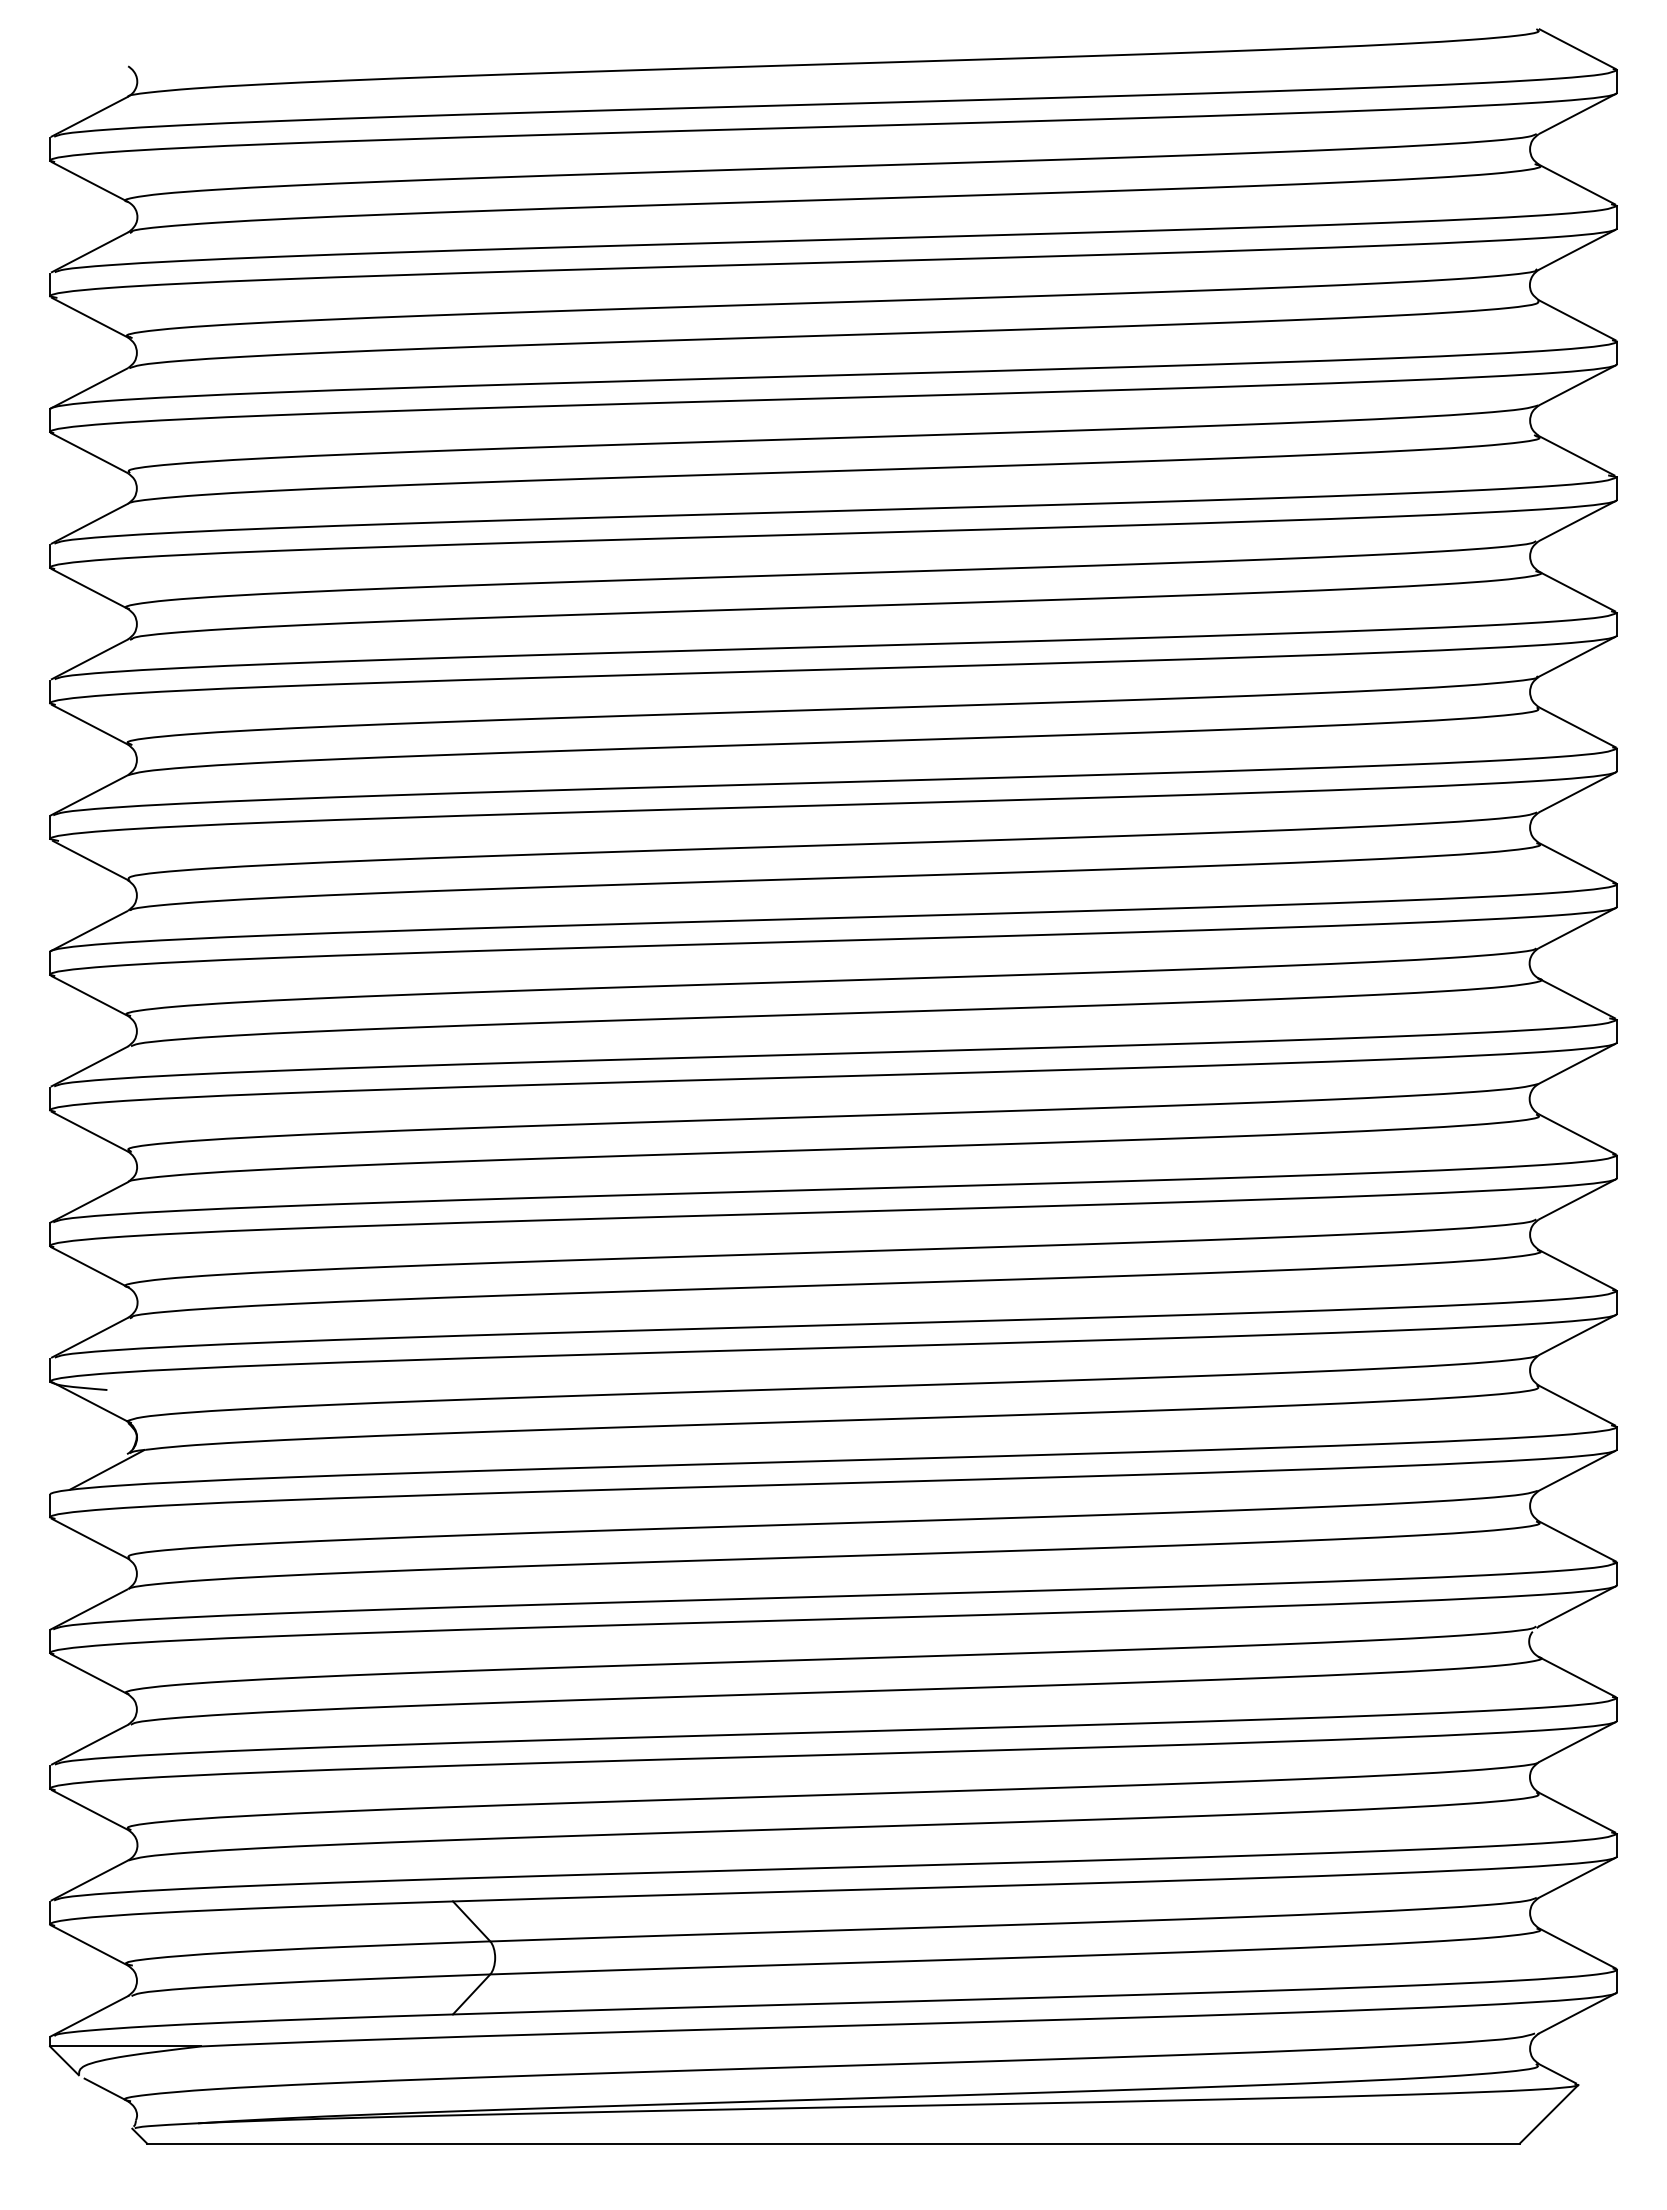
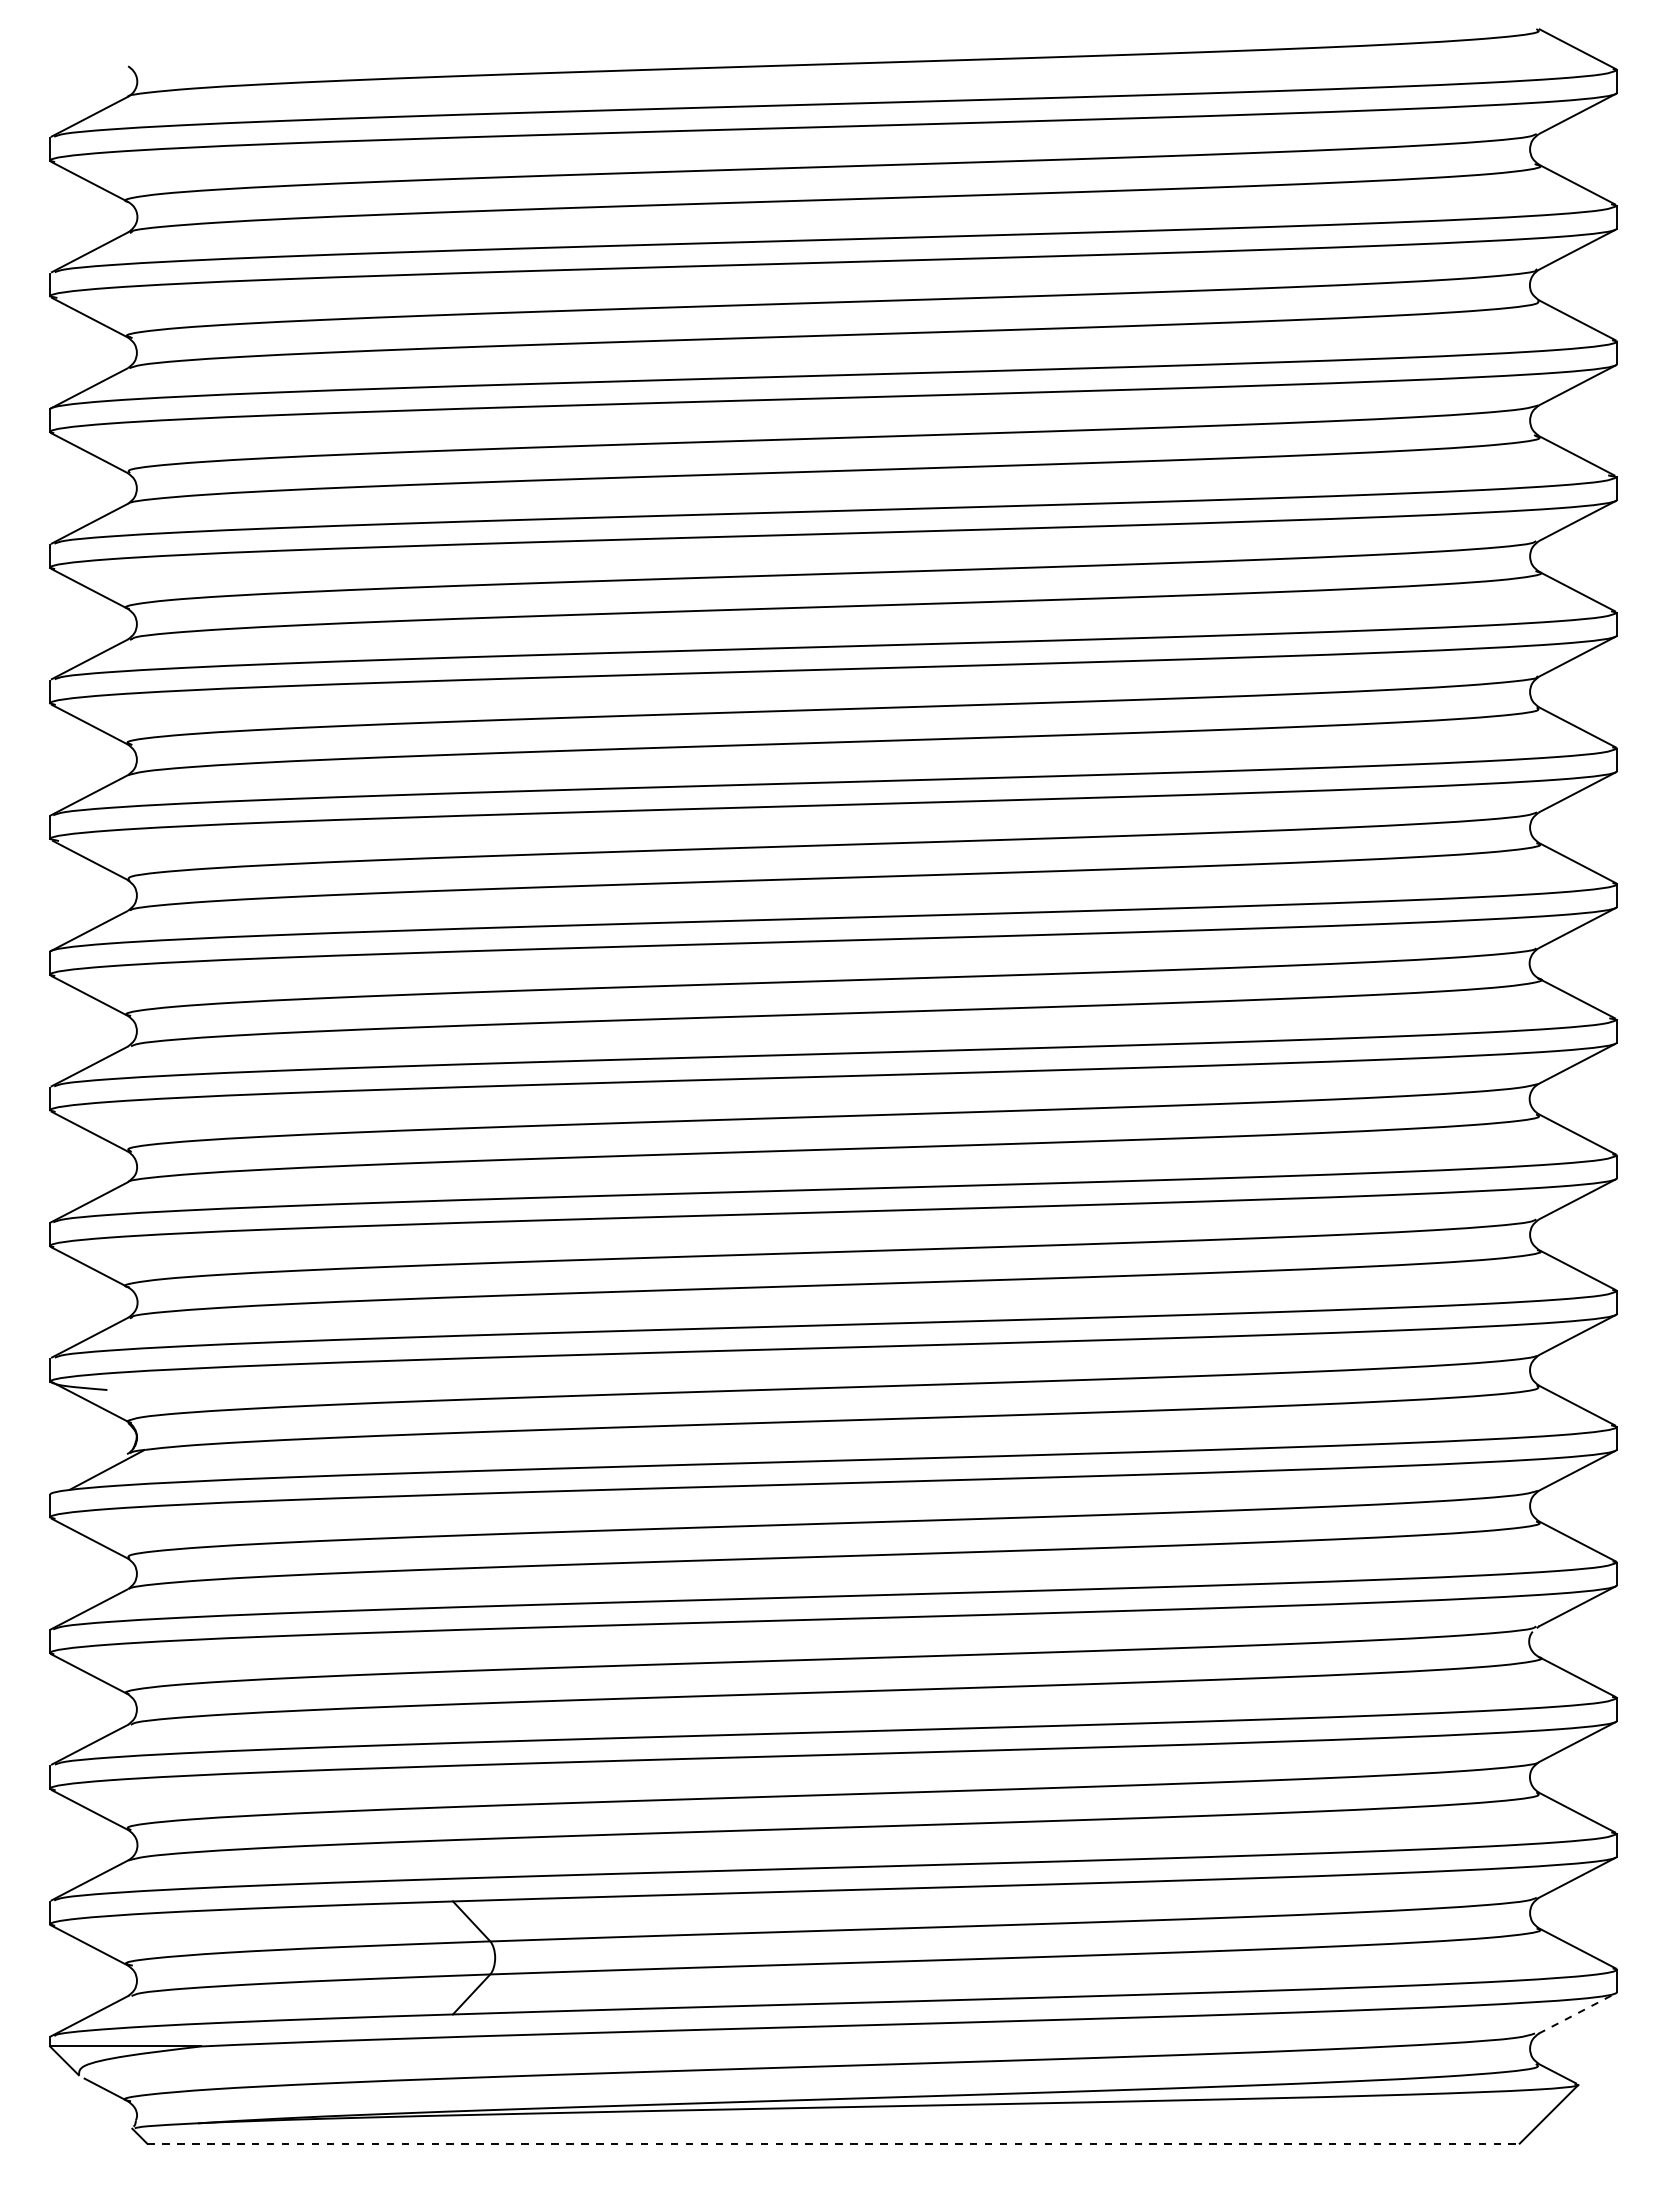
line at (1577, 2013): solid -> dashed
line at (833, 2143): solid -> dashed
